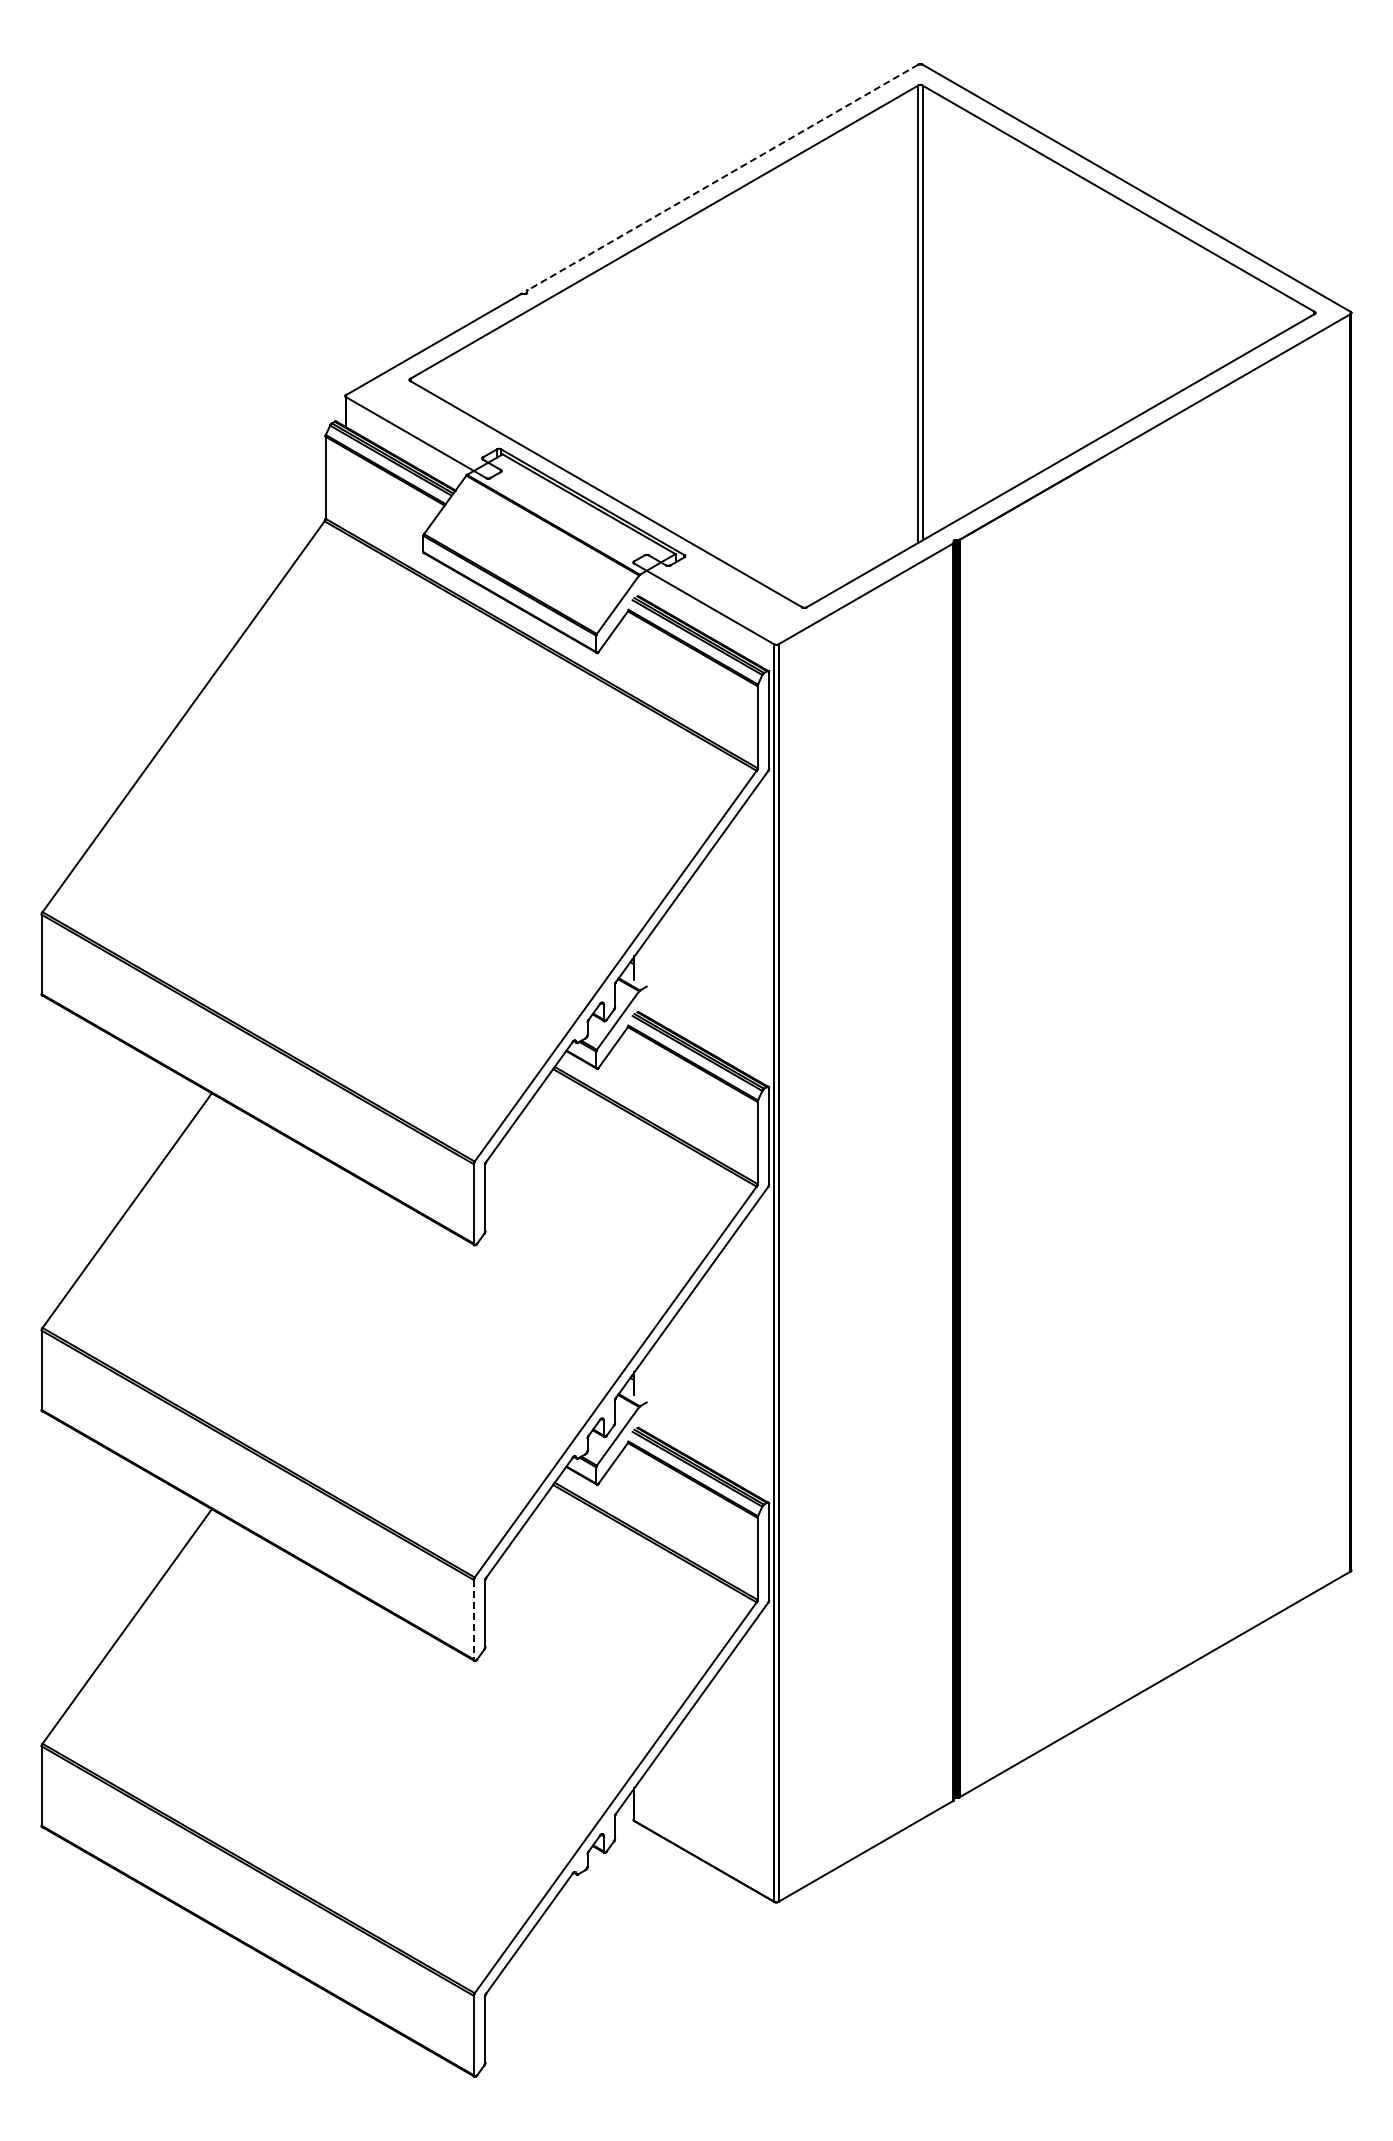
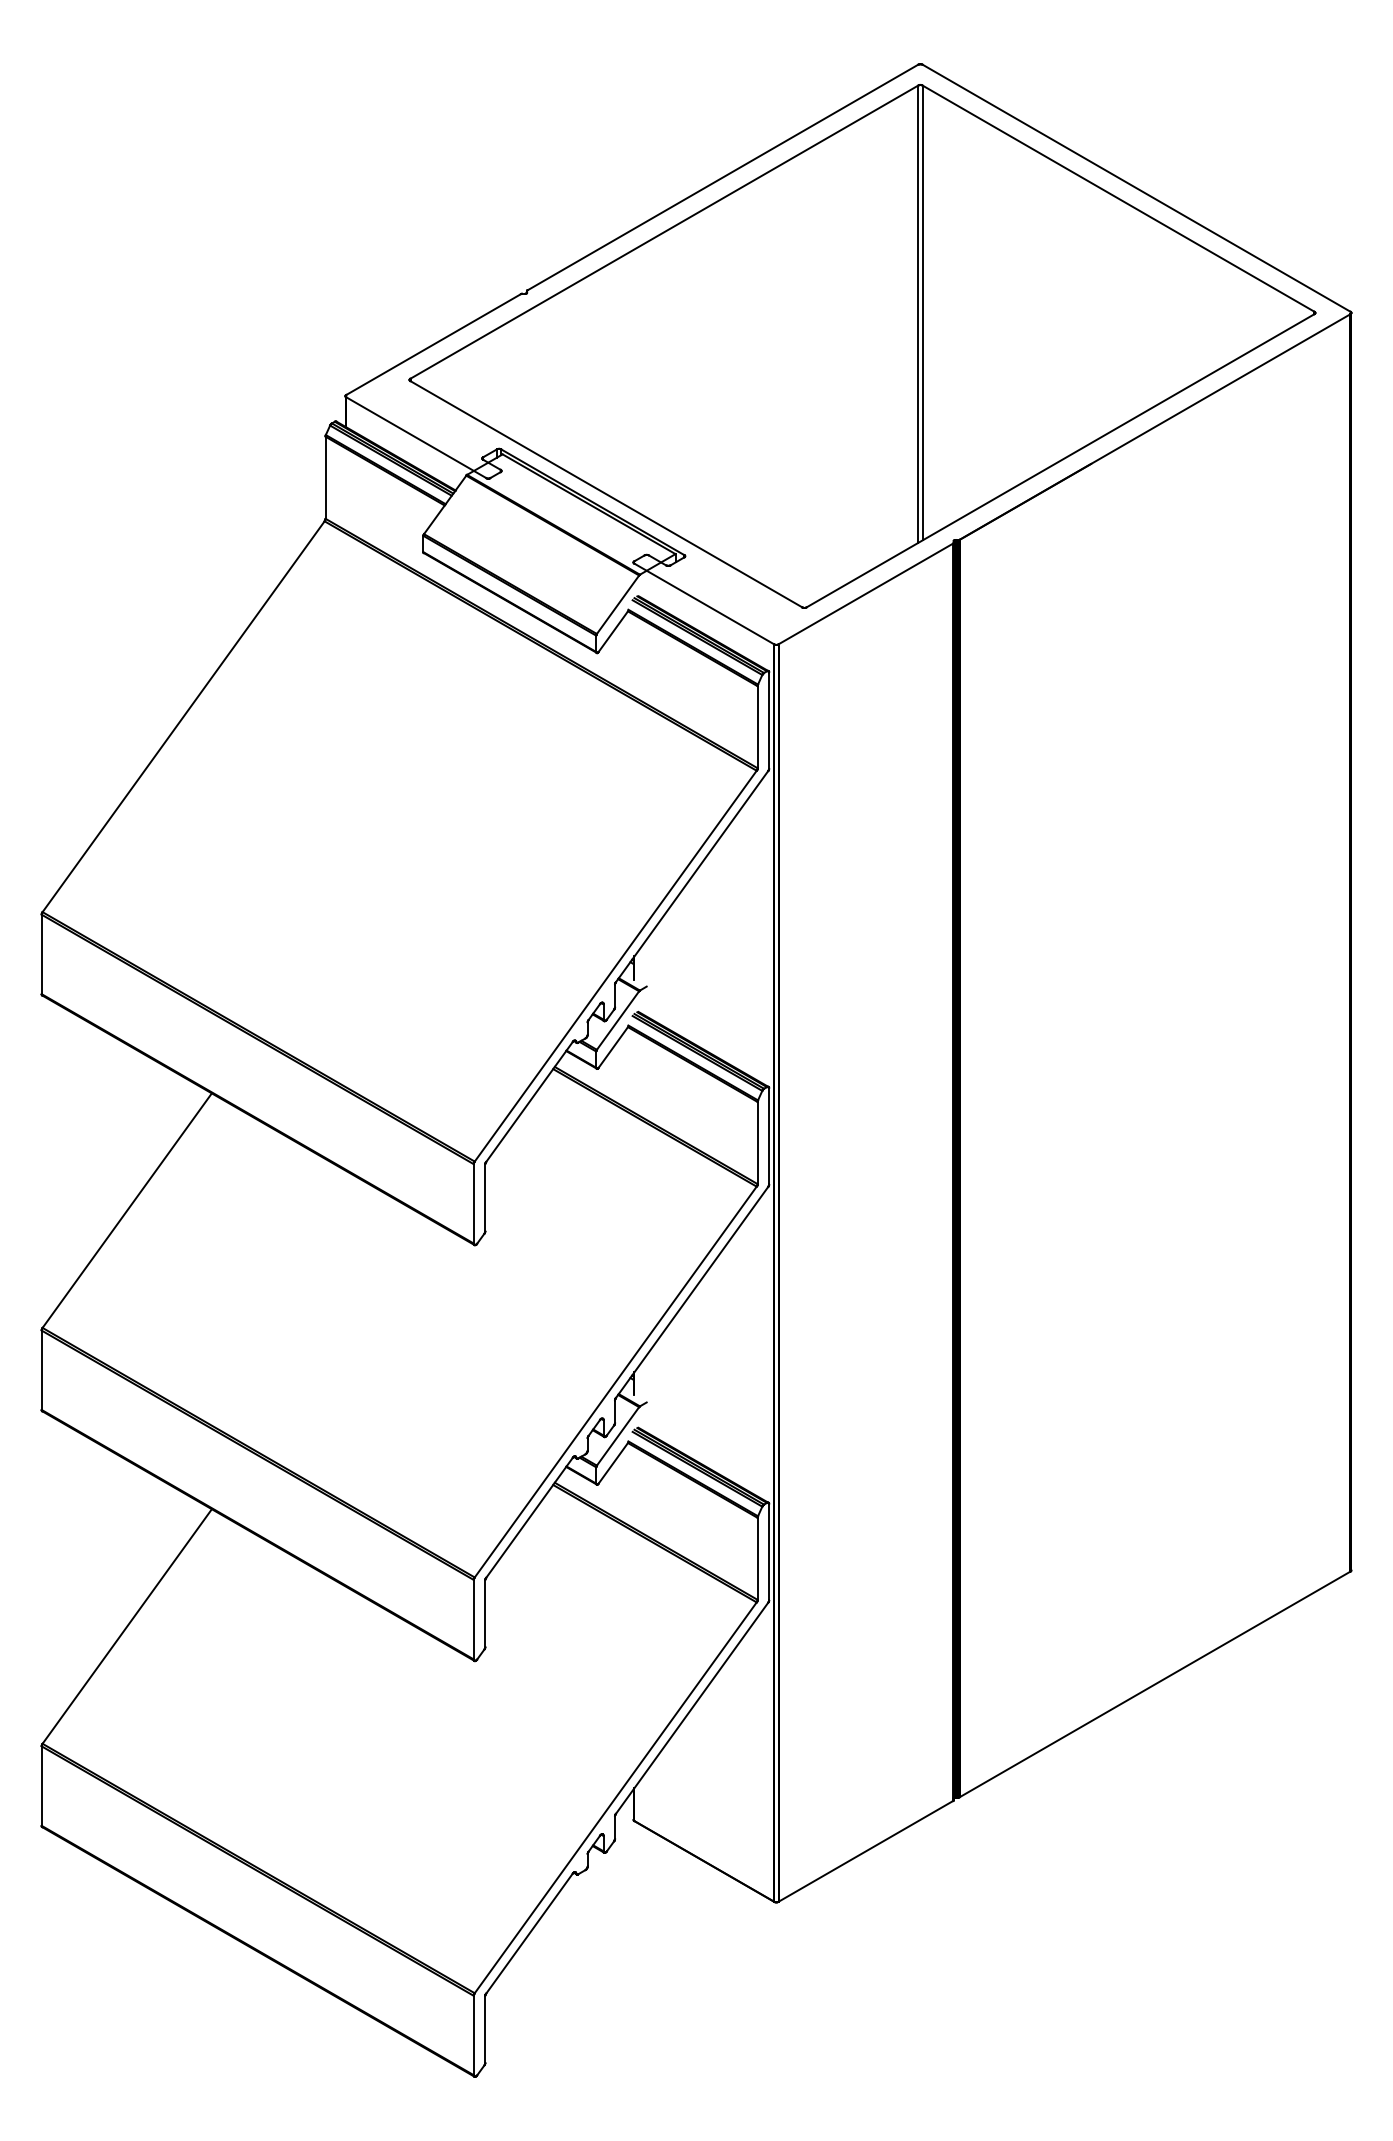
line at (722, 177): dashed -> solid
line at (473, 1619): dashed -> solid
